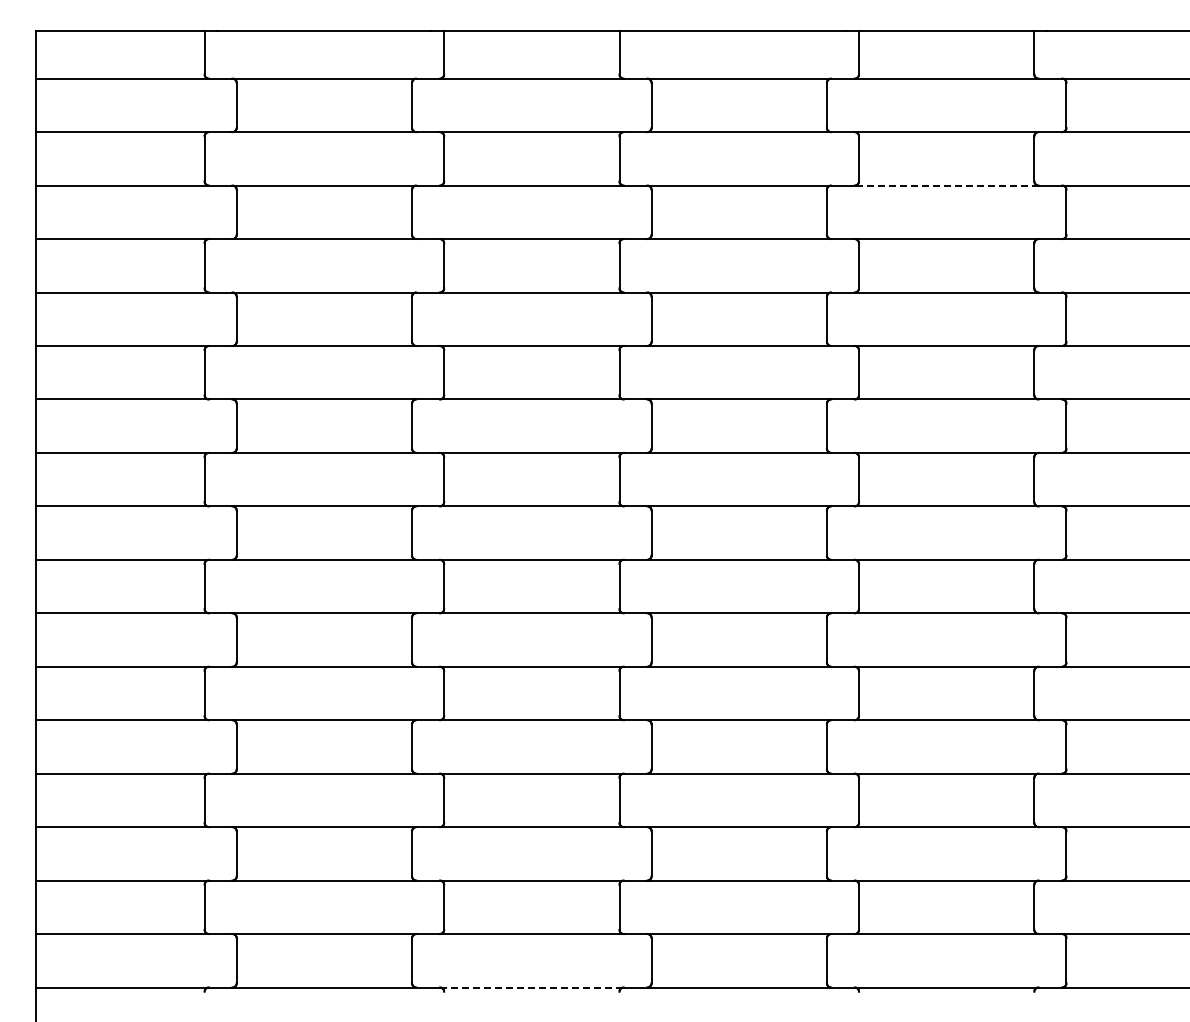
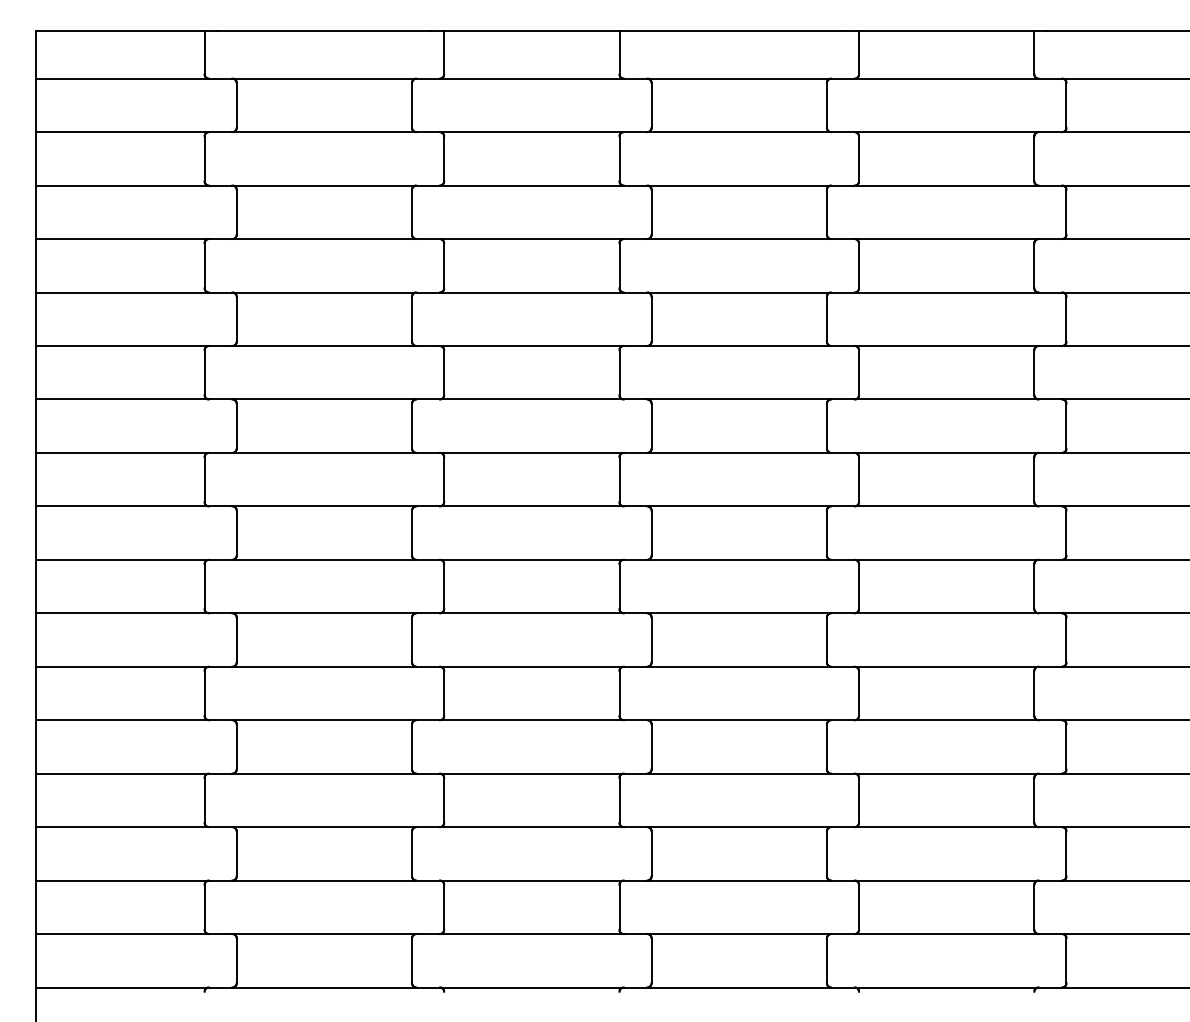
line at (946, 185): dashed -> solid
line at (531, 987): dashed -> solid
